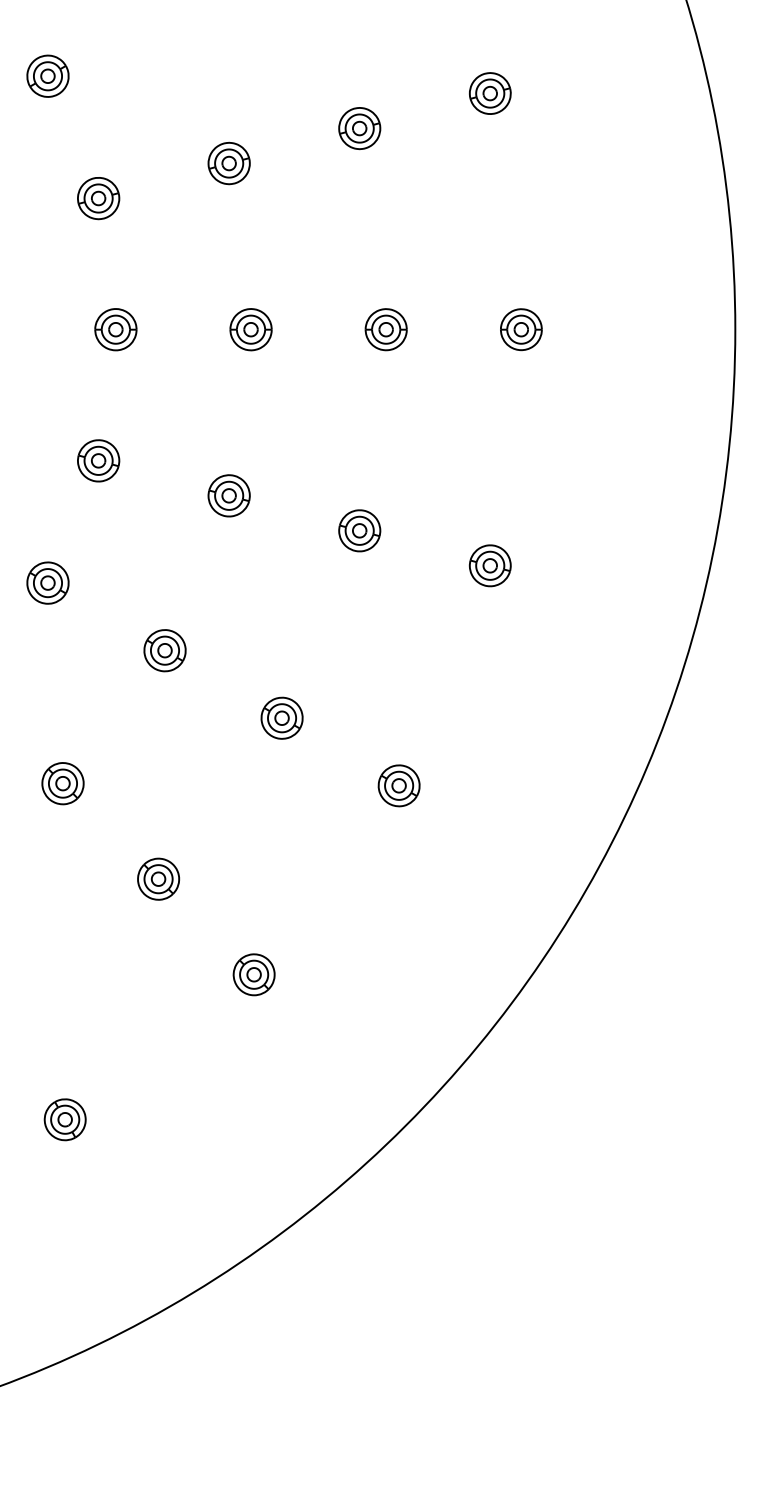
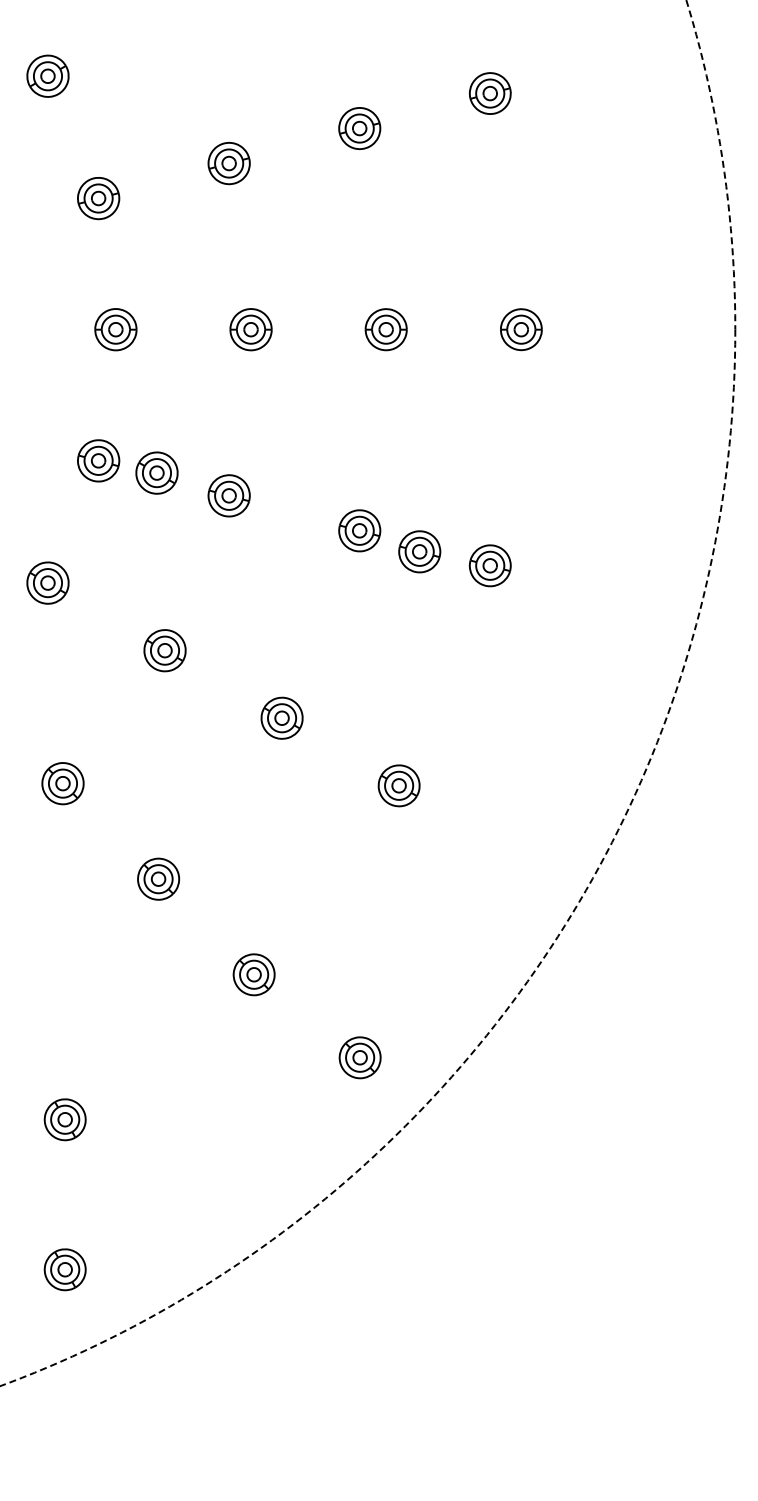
part at (156, 472): none -> present
part at (419, 551): none -> present
circle at (367, 692): solid -> dashed
part at (359, 1057): none -> present
part at (64, 1269): none -> present
